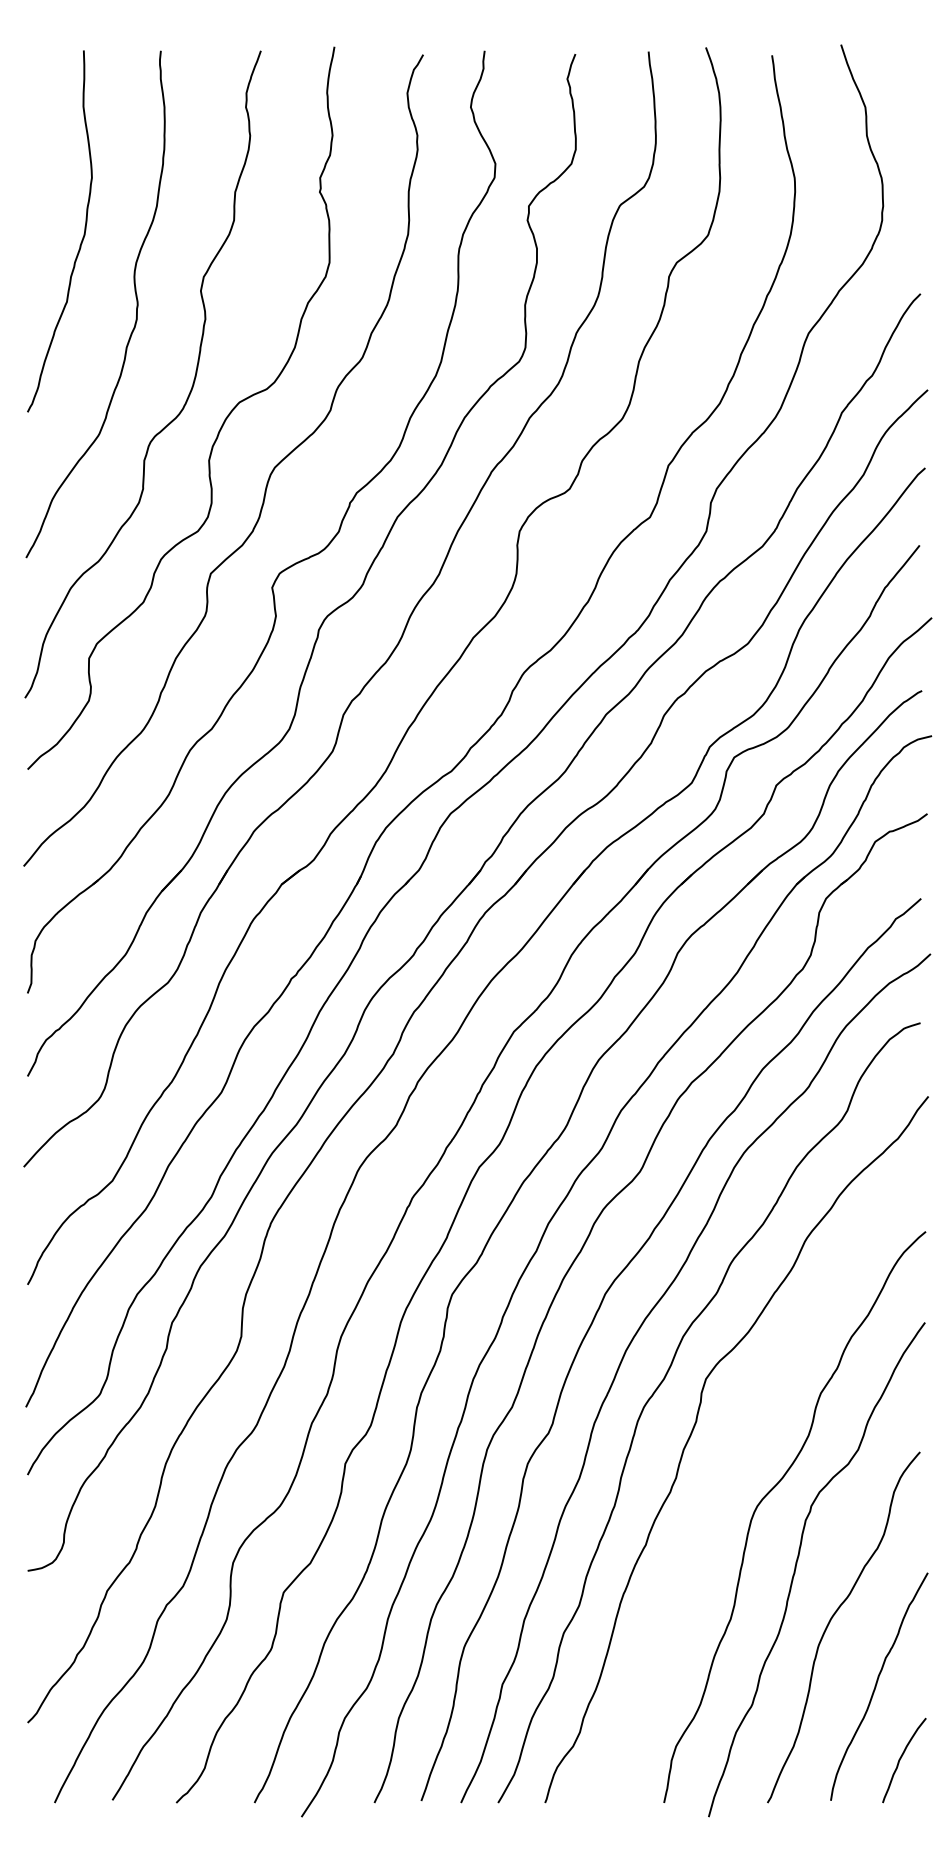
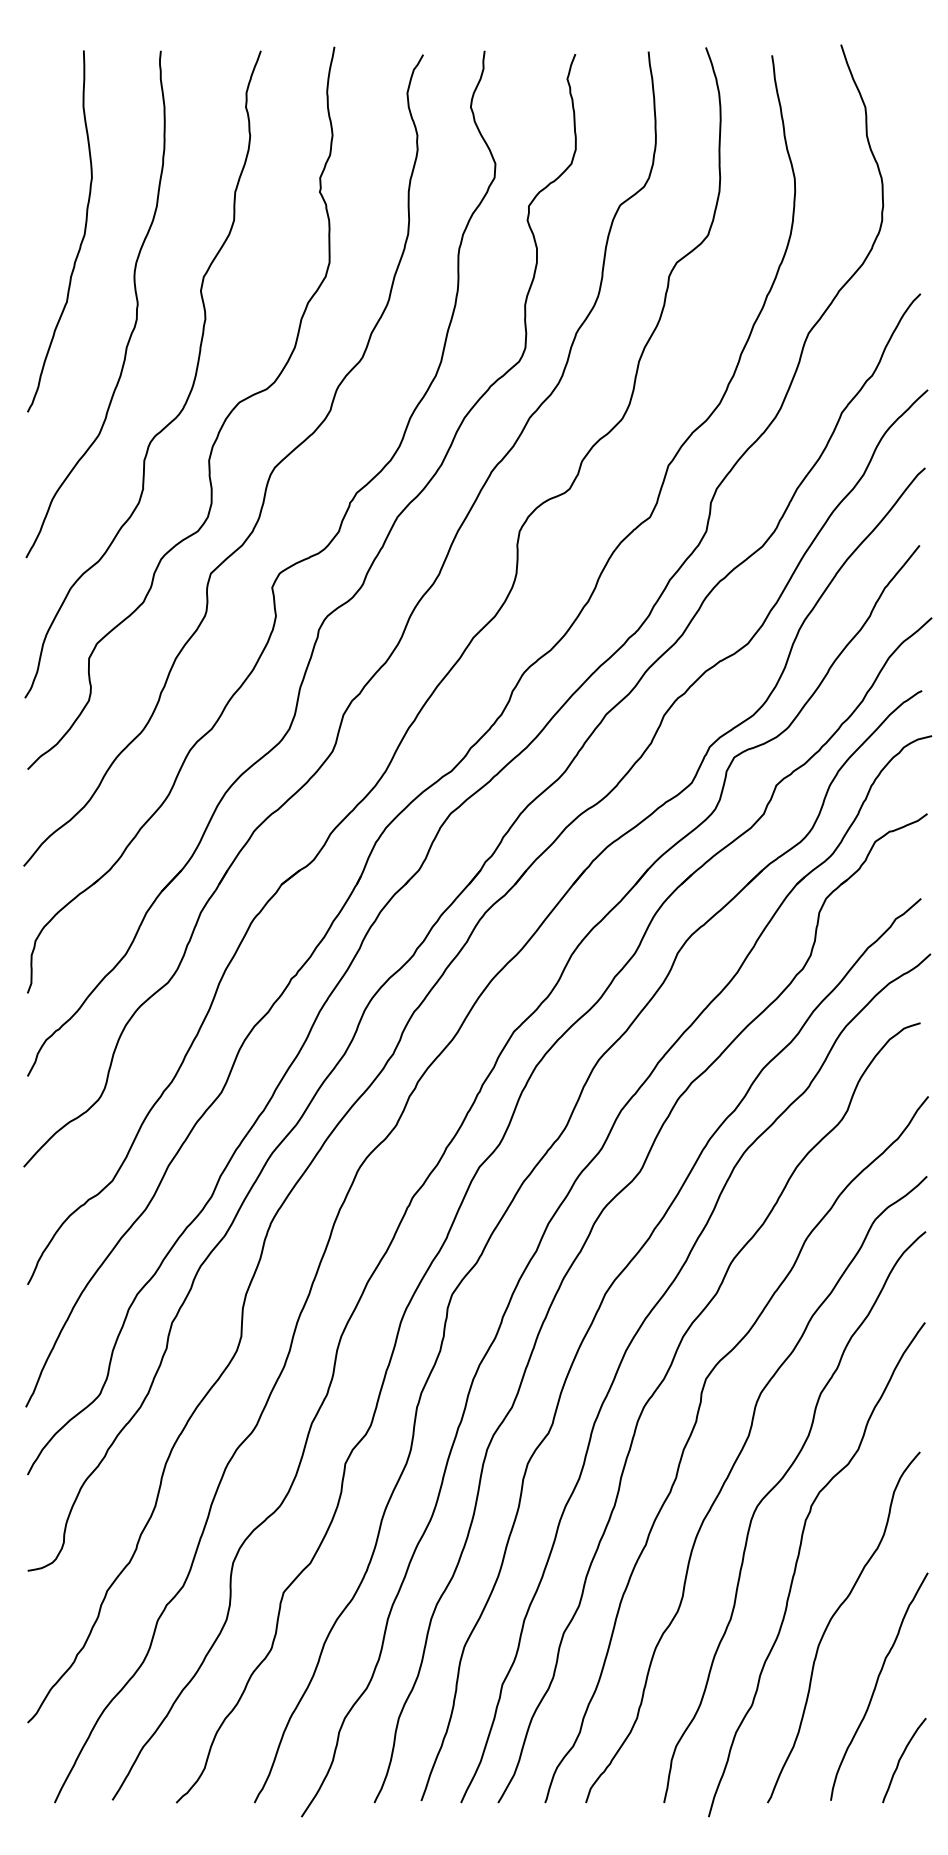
curve at (729, 1476): none -> present
